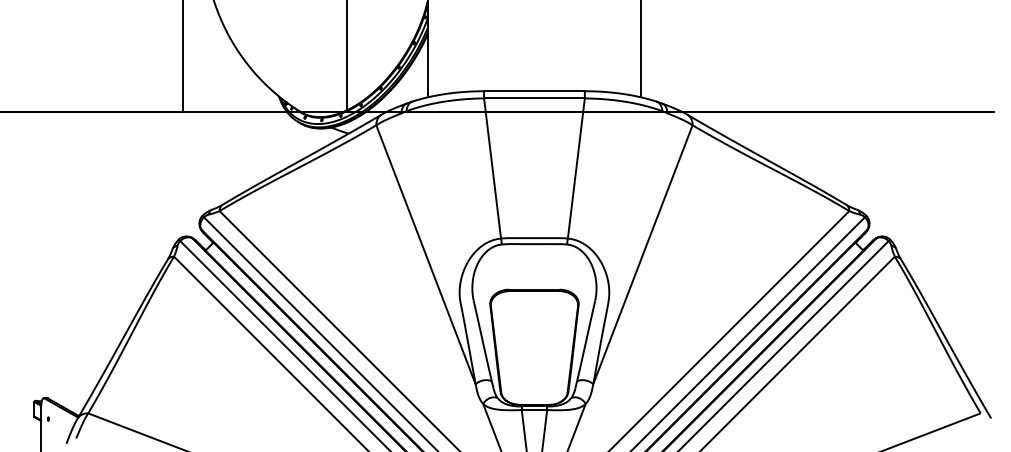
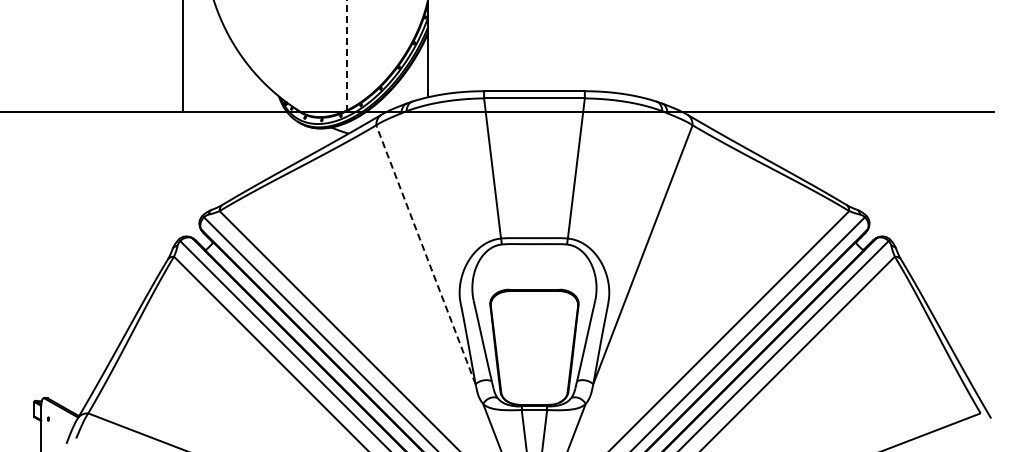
line at (640, 49): present -> none
line at (347, 55): solid -> dashed
line at (426, 255): solid -> dashed
